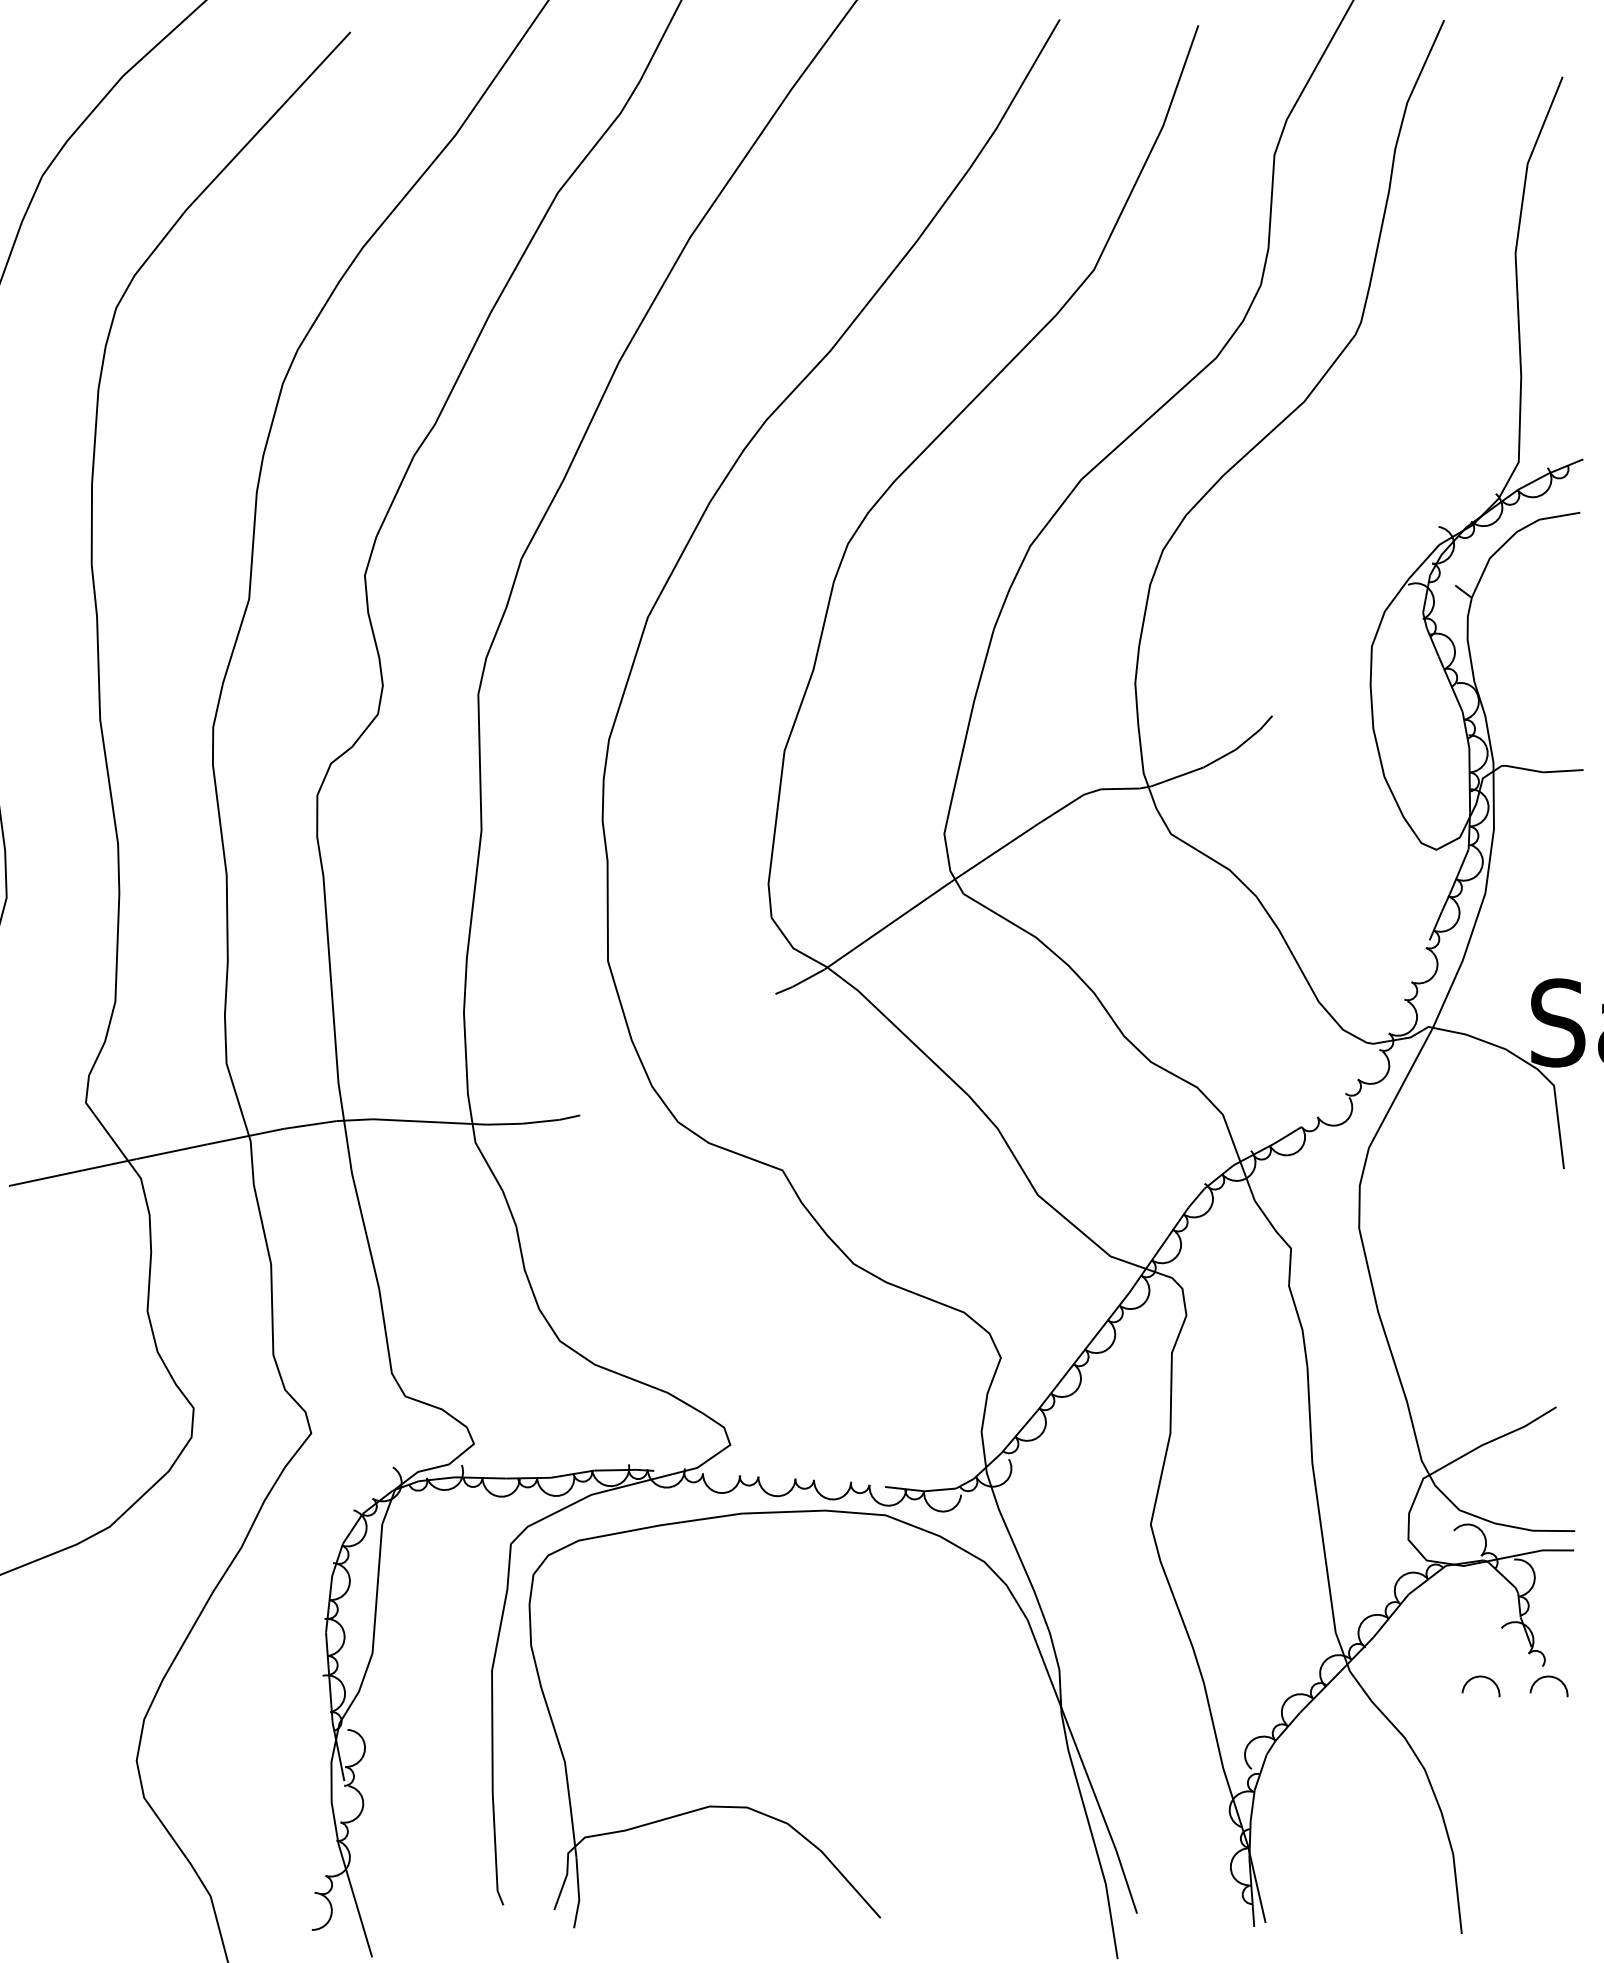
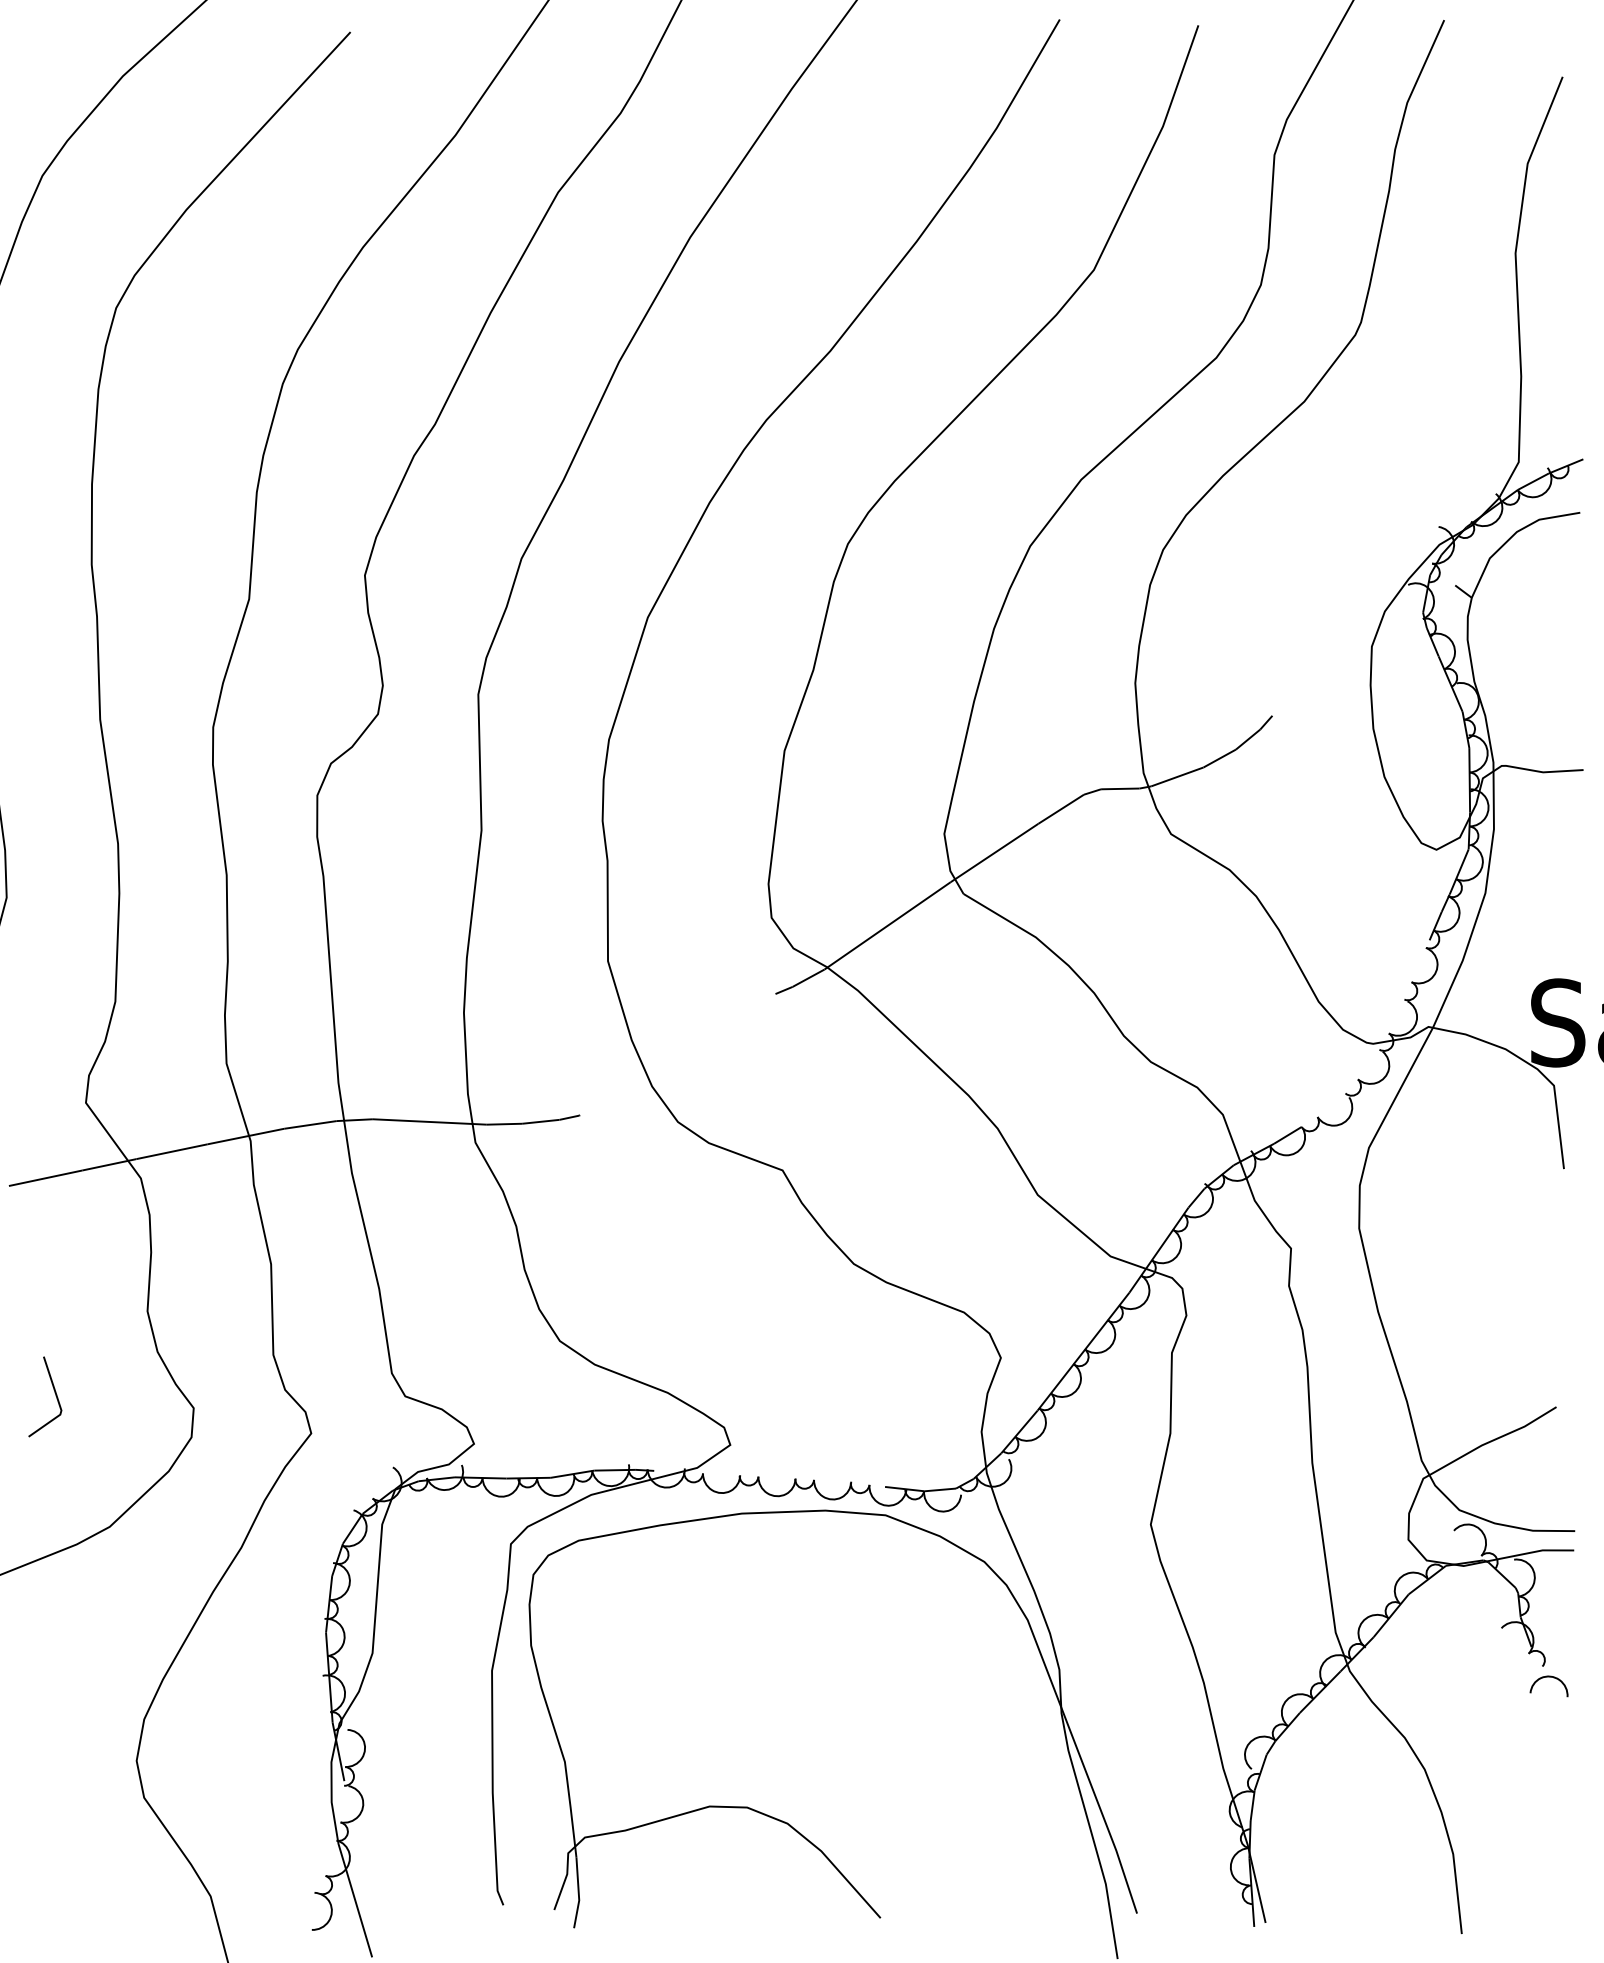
line at (54, 1393): none -> present
arc at (1480, 1677): present -> none
